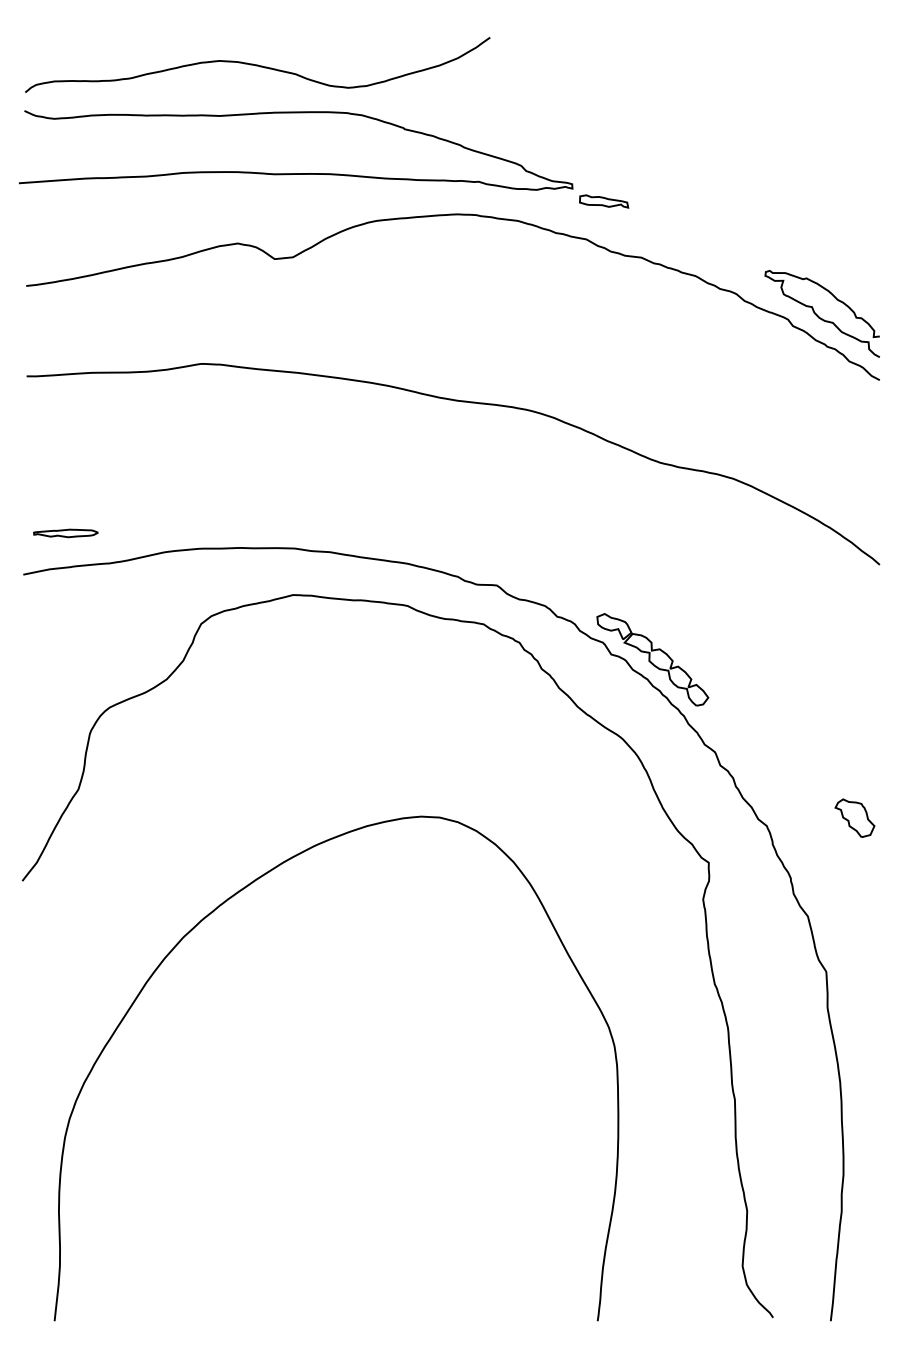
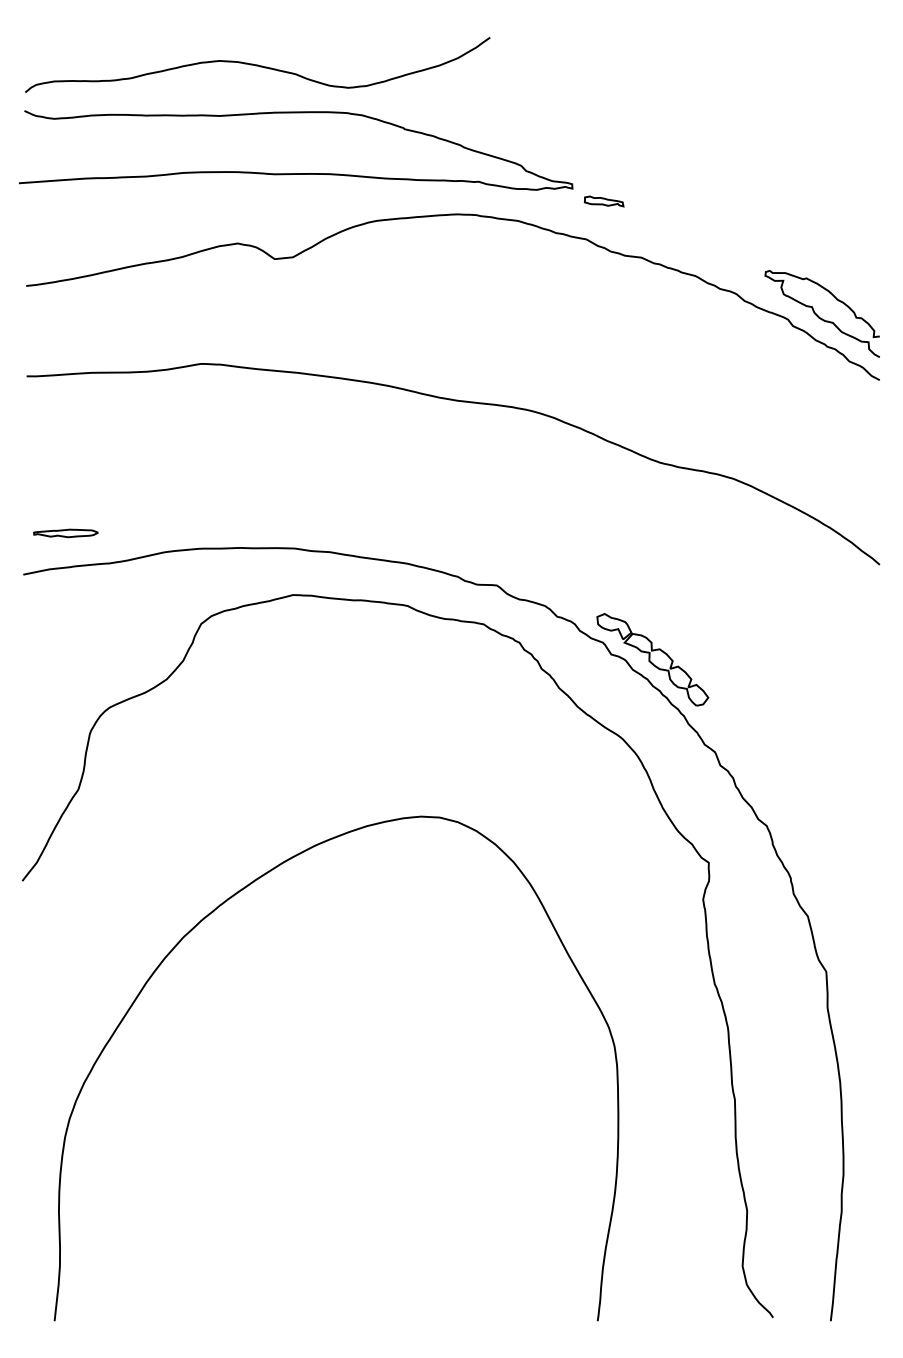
part at (604, 201) size: 51x15 px -> 41x13 px
part at (854, 817): present -> none
